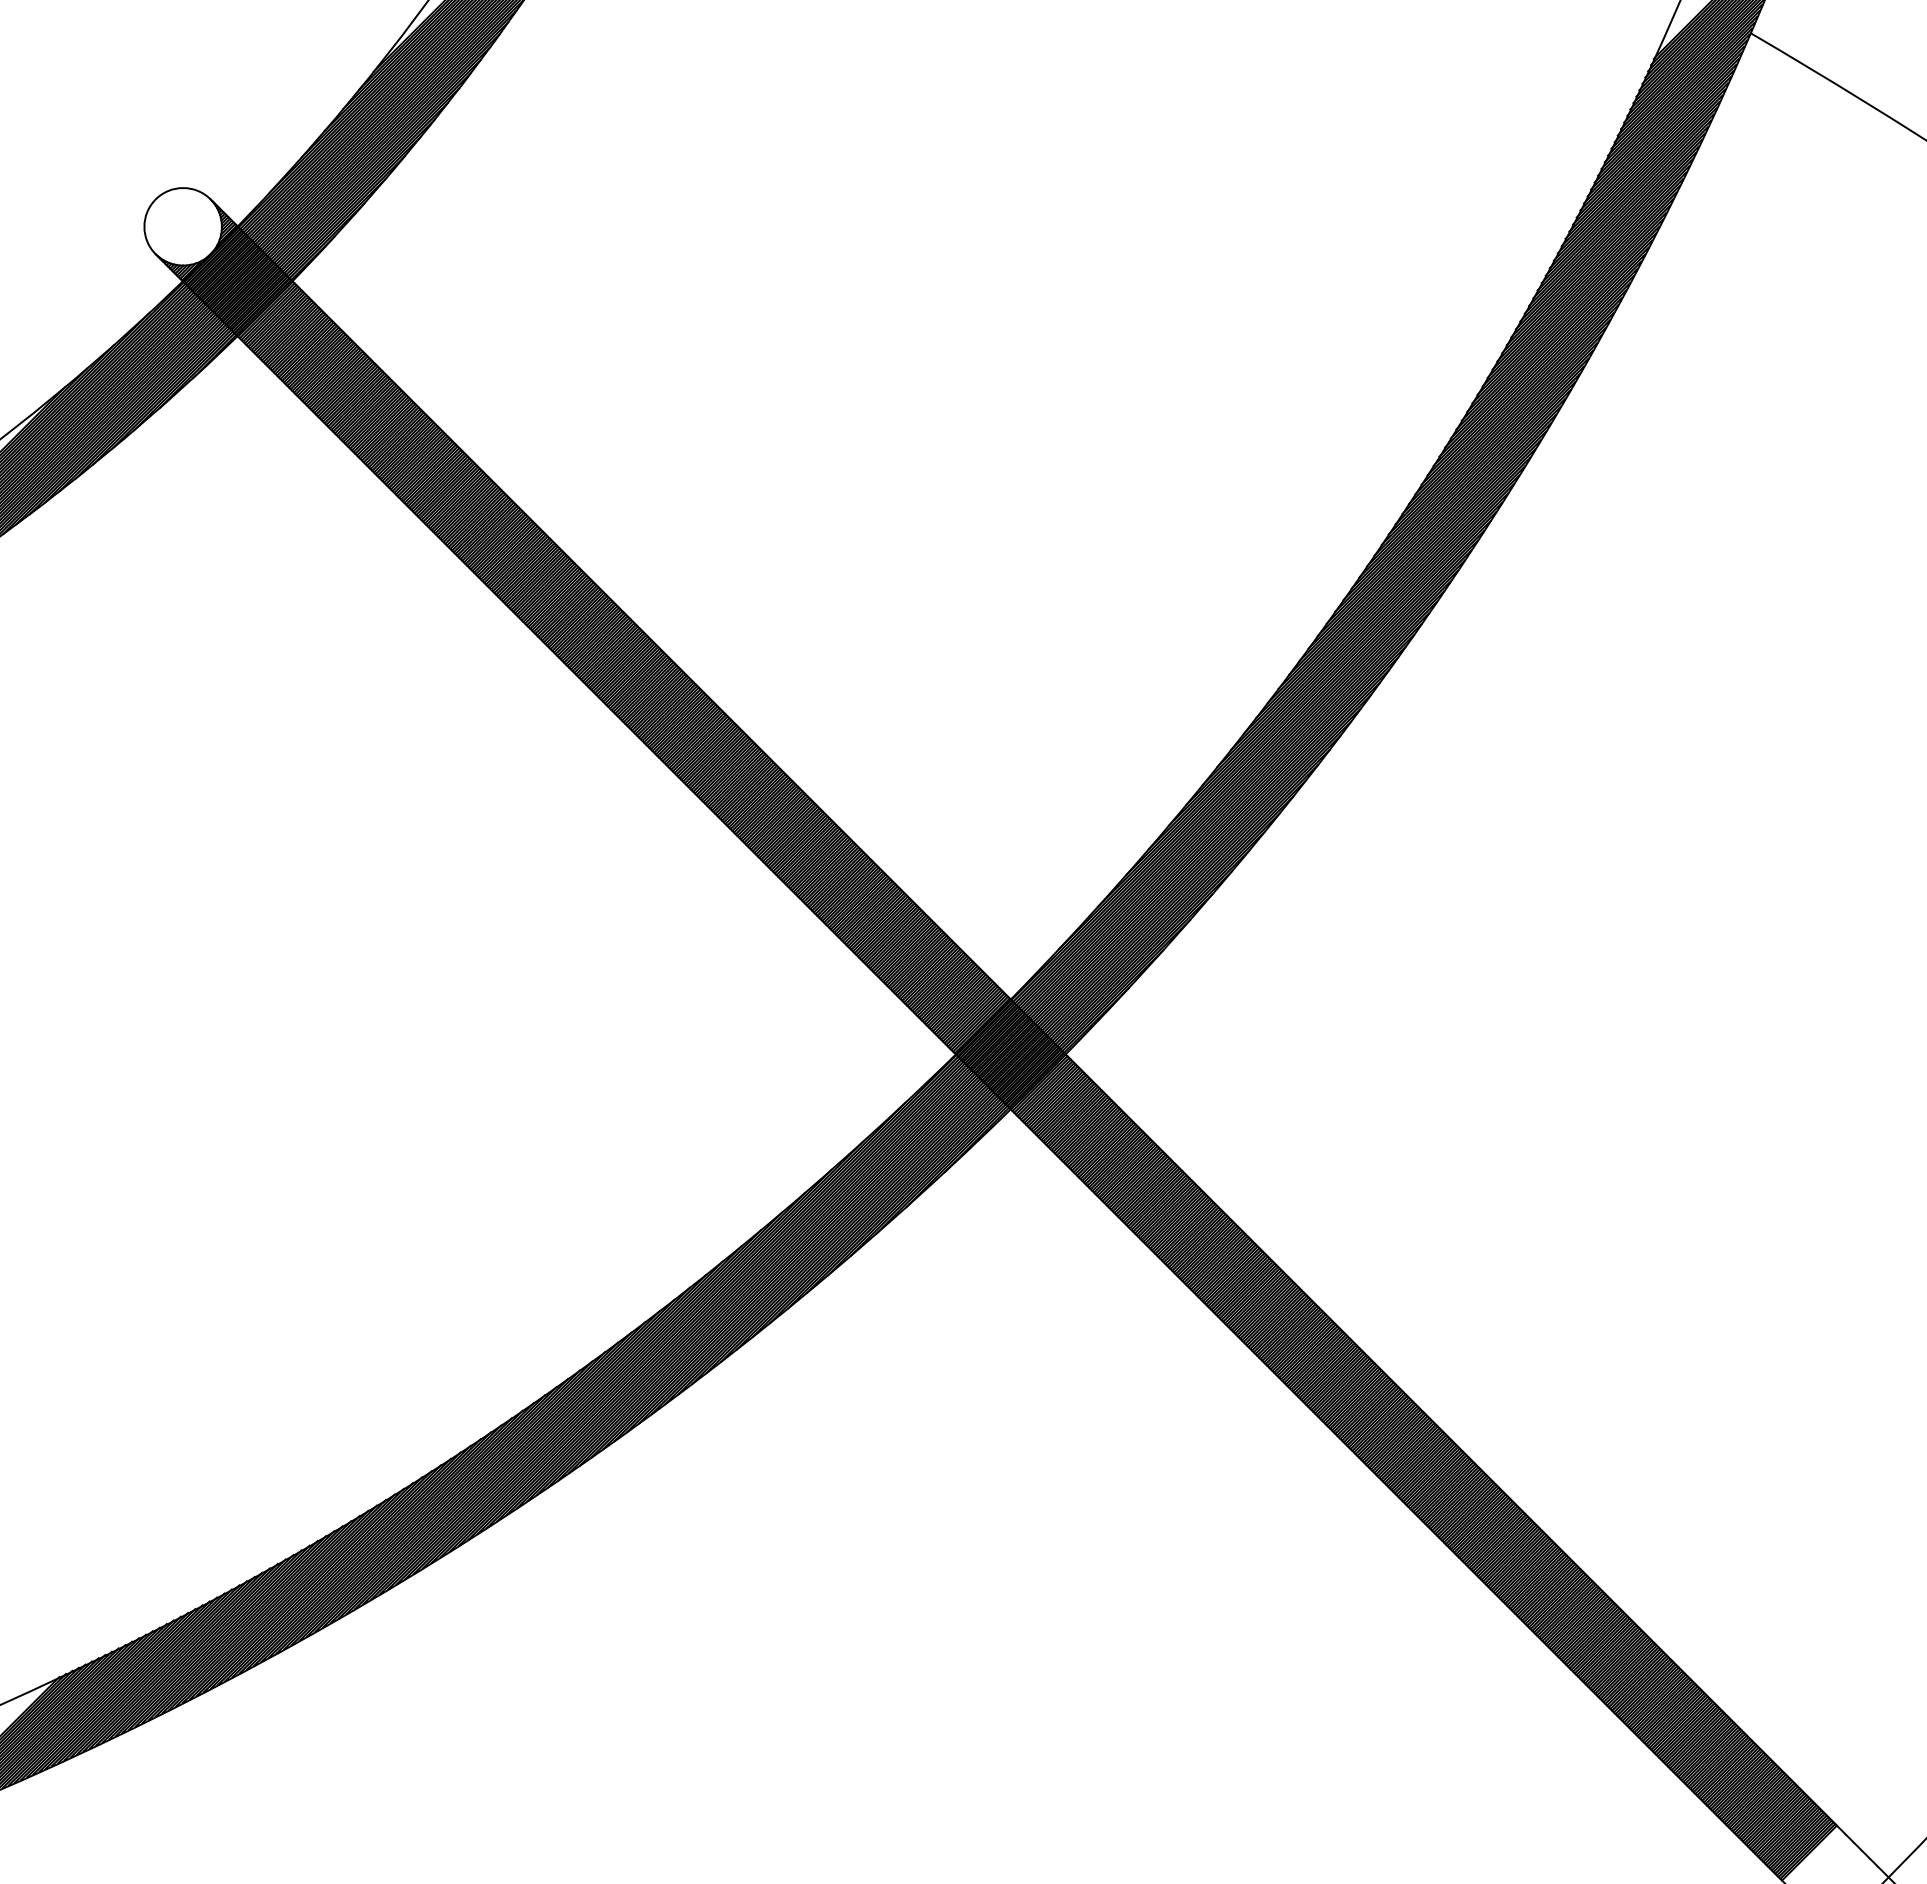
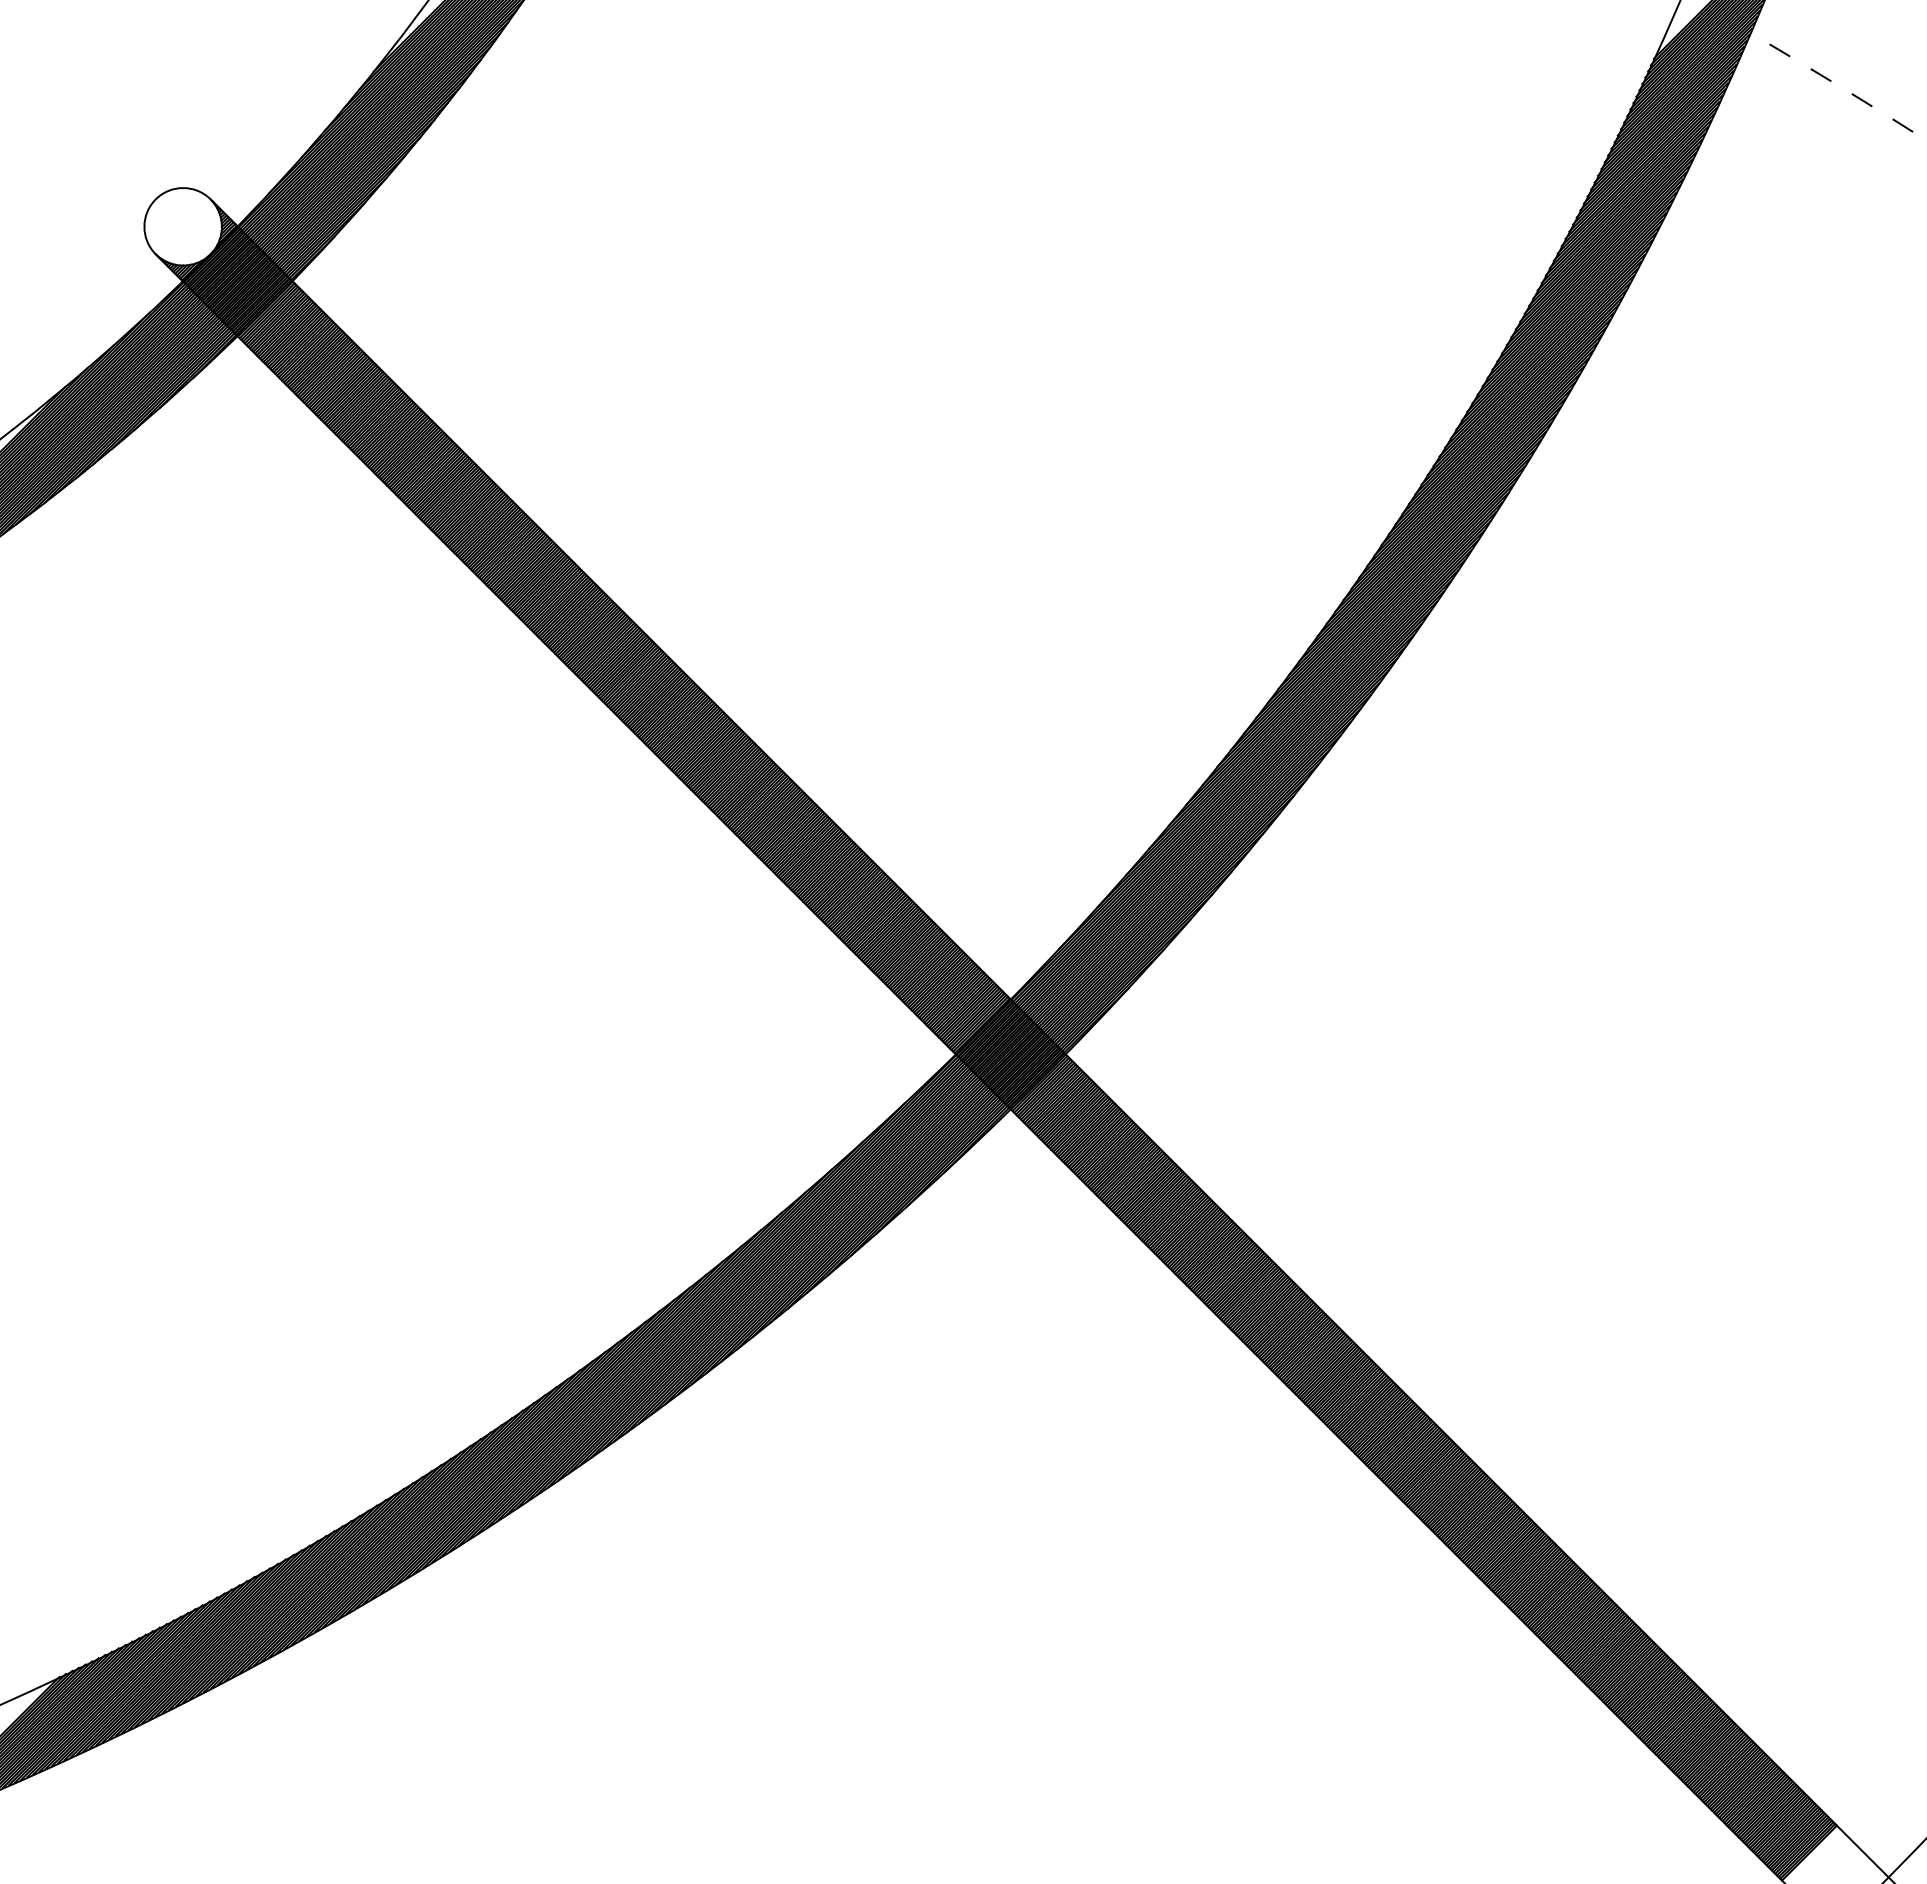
arc at (1839, 86): solid -> dashed
